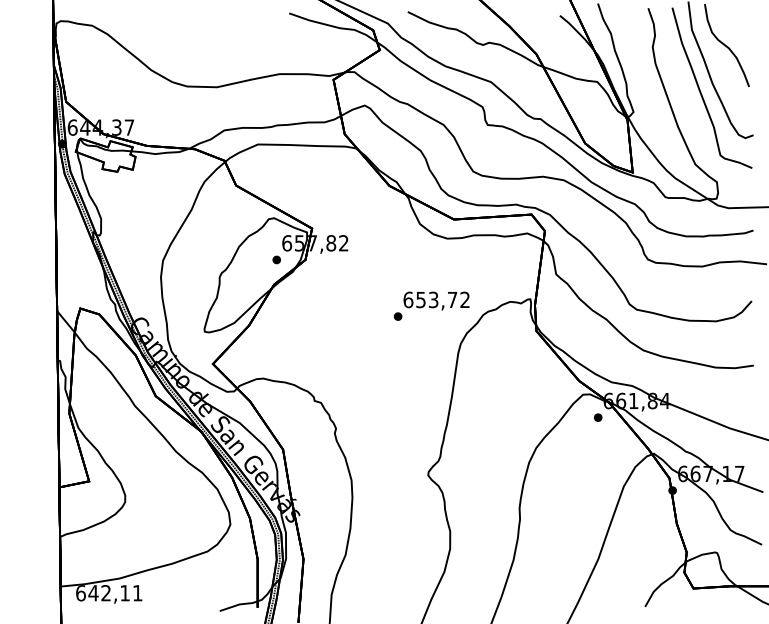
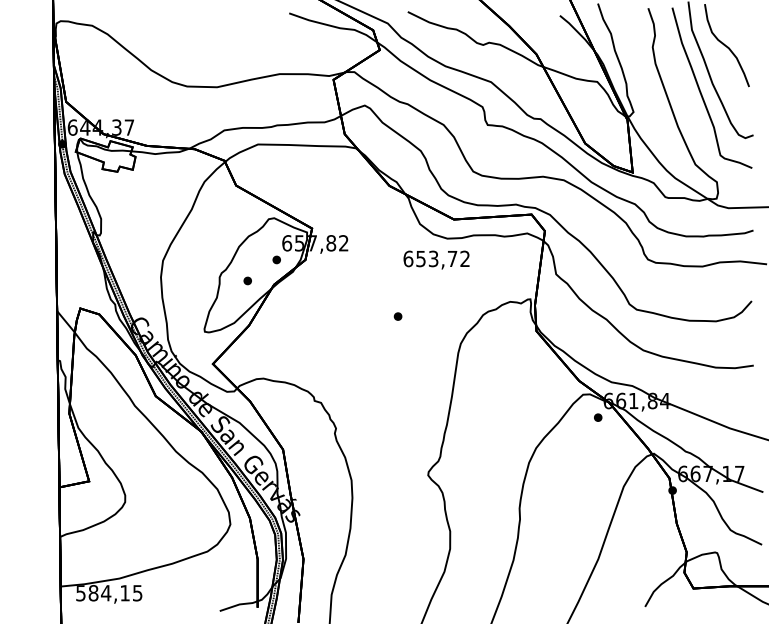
part at (247, 280): none -> present
text at (436, 300) position: (436, 300) -> (436, 259)
text at (109, 593): 642,11 -> 584,15
